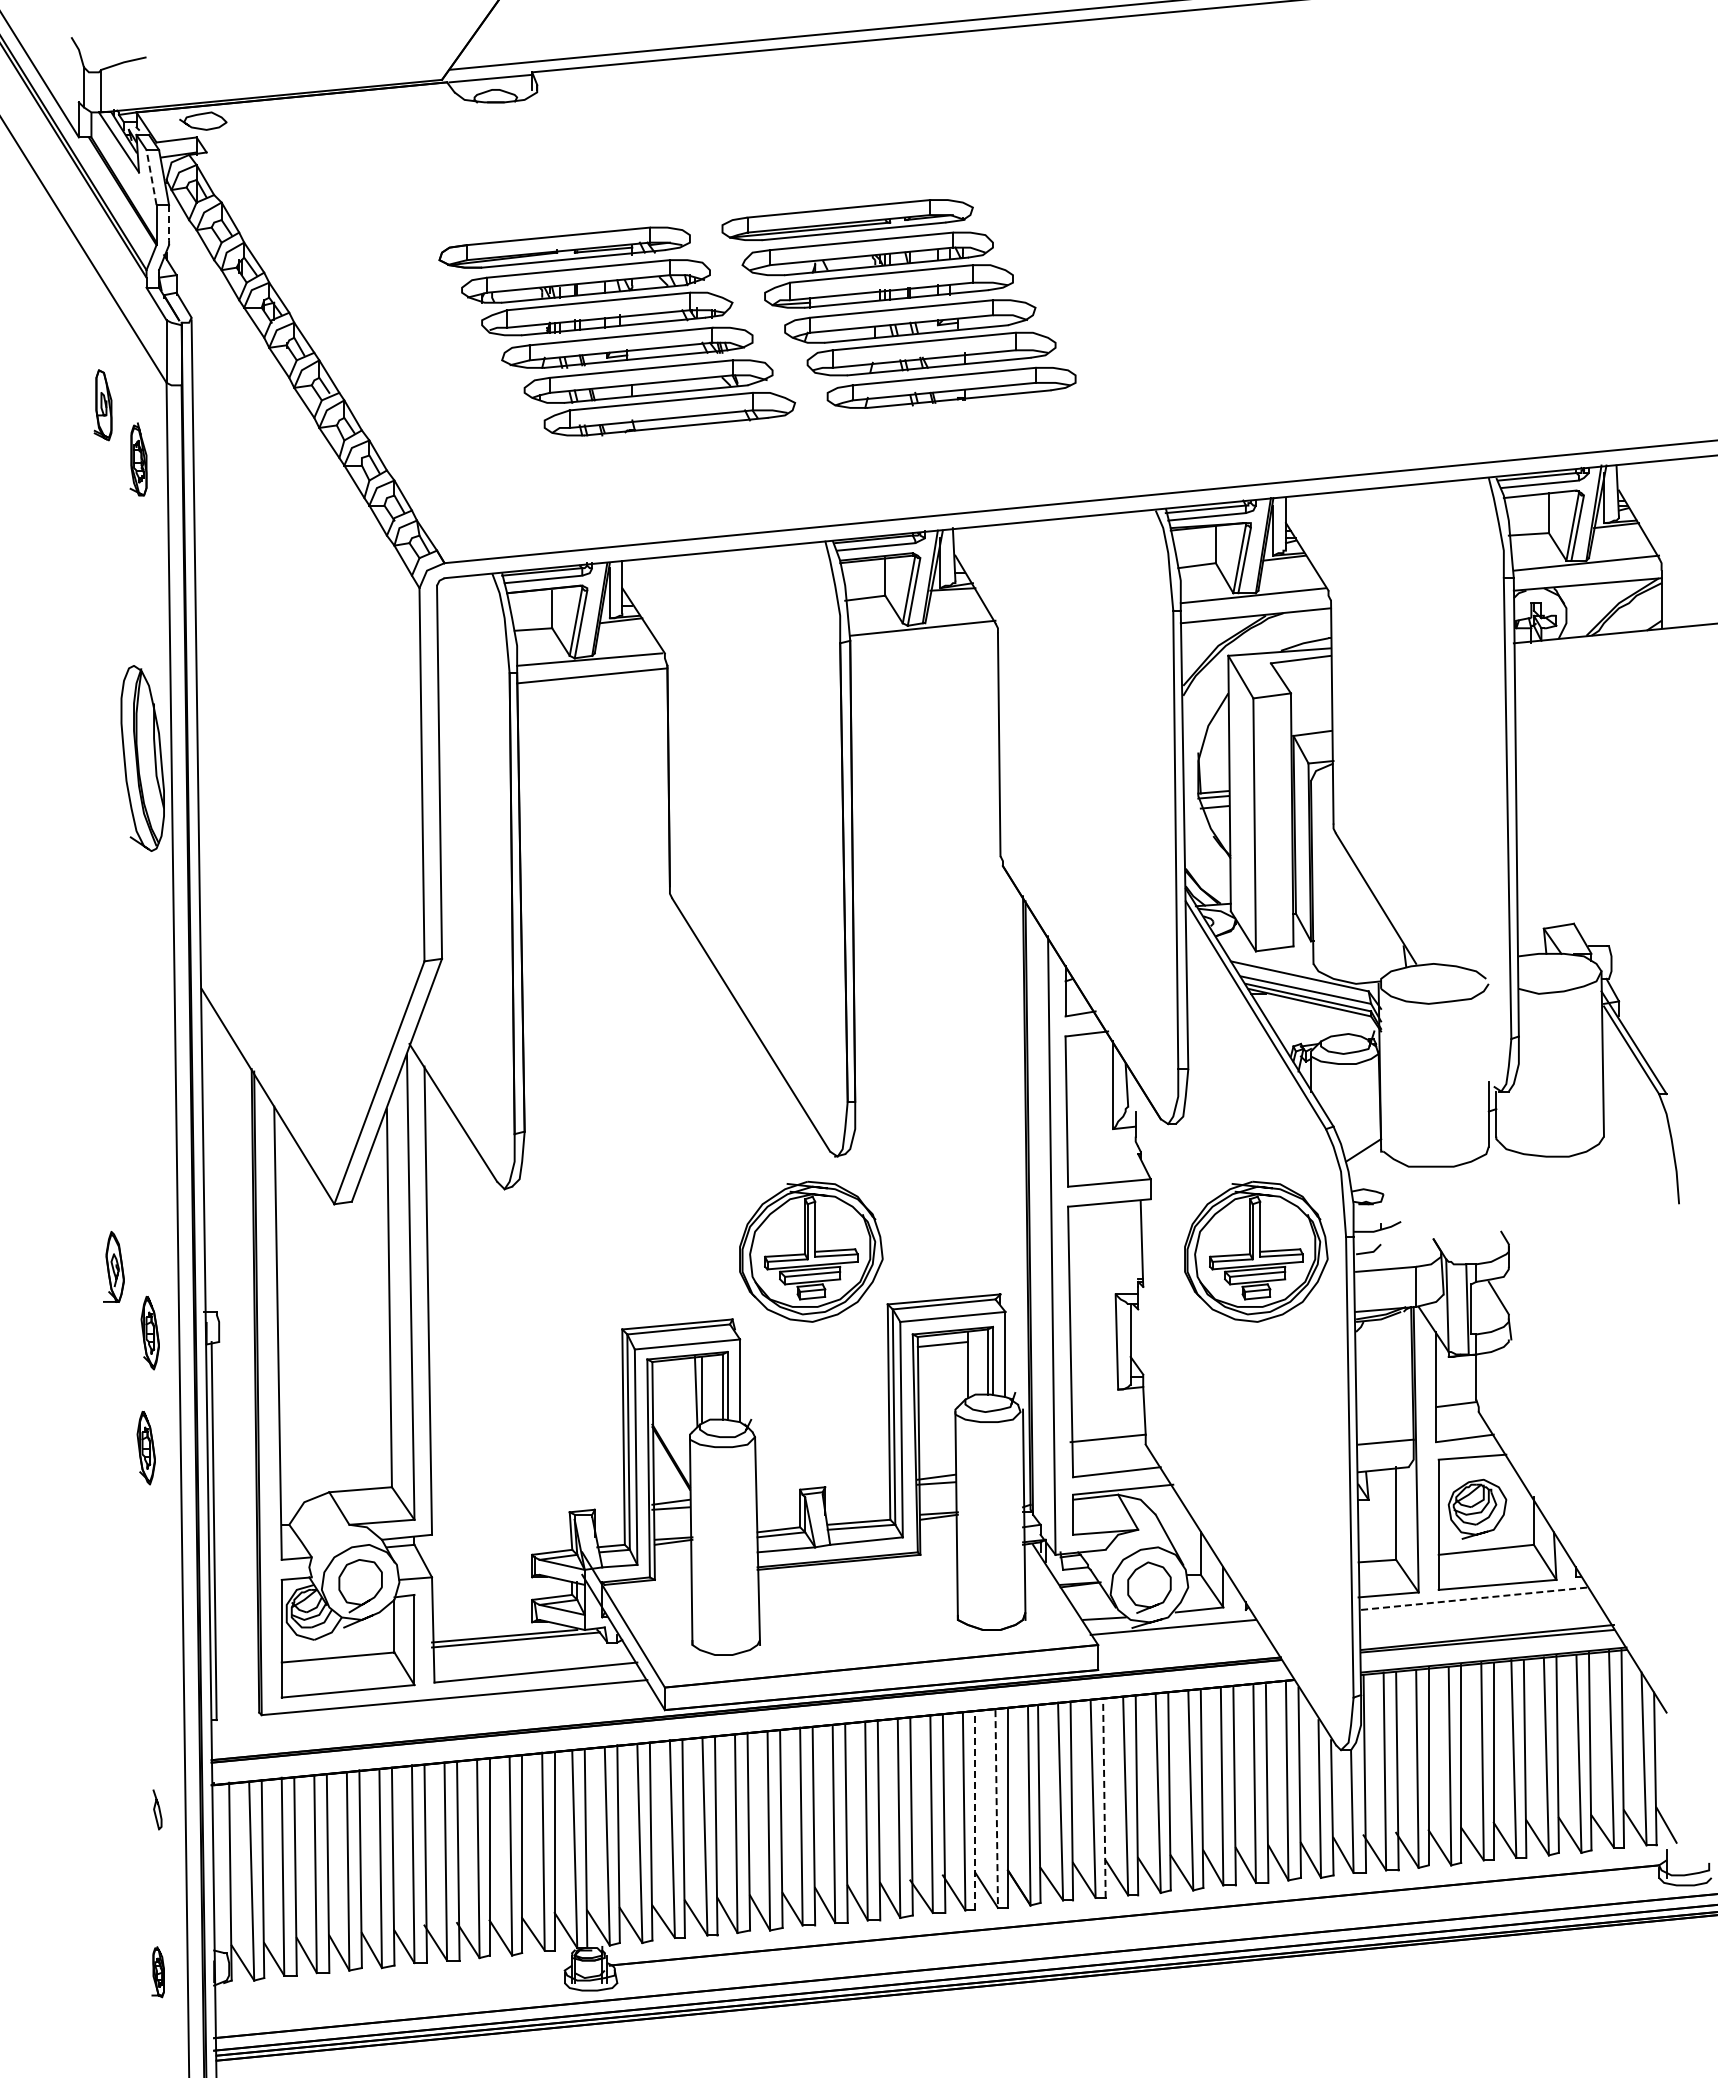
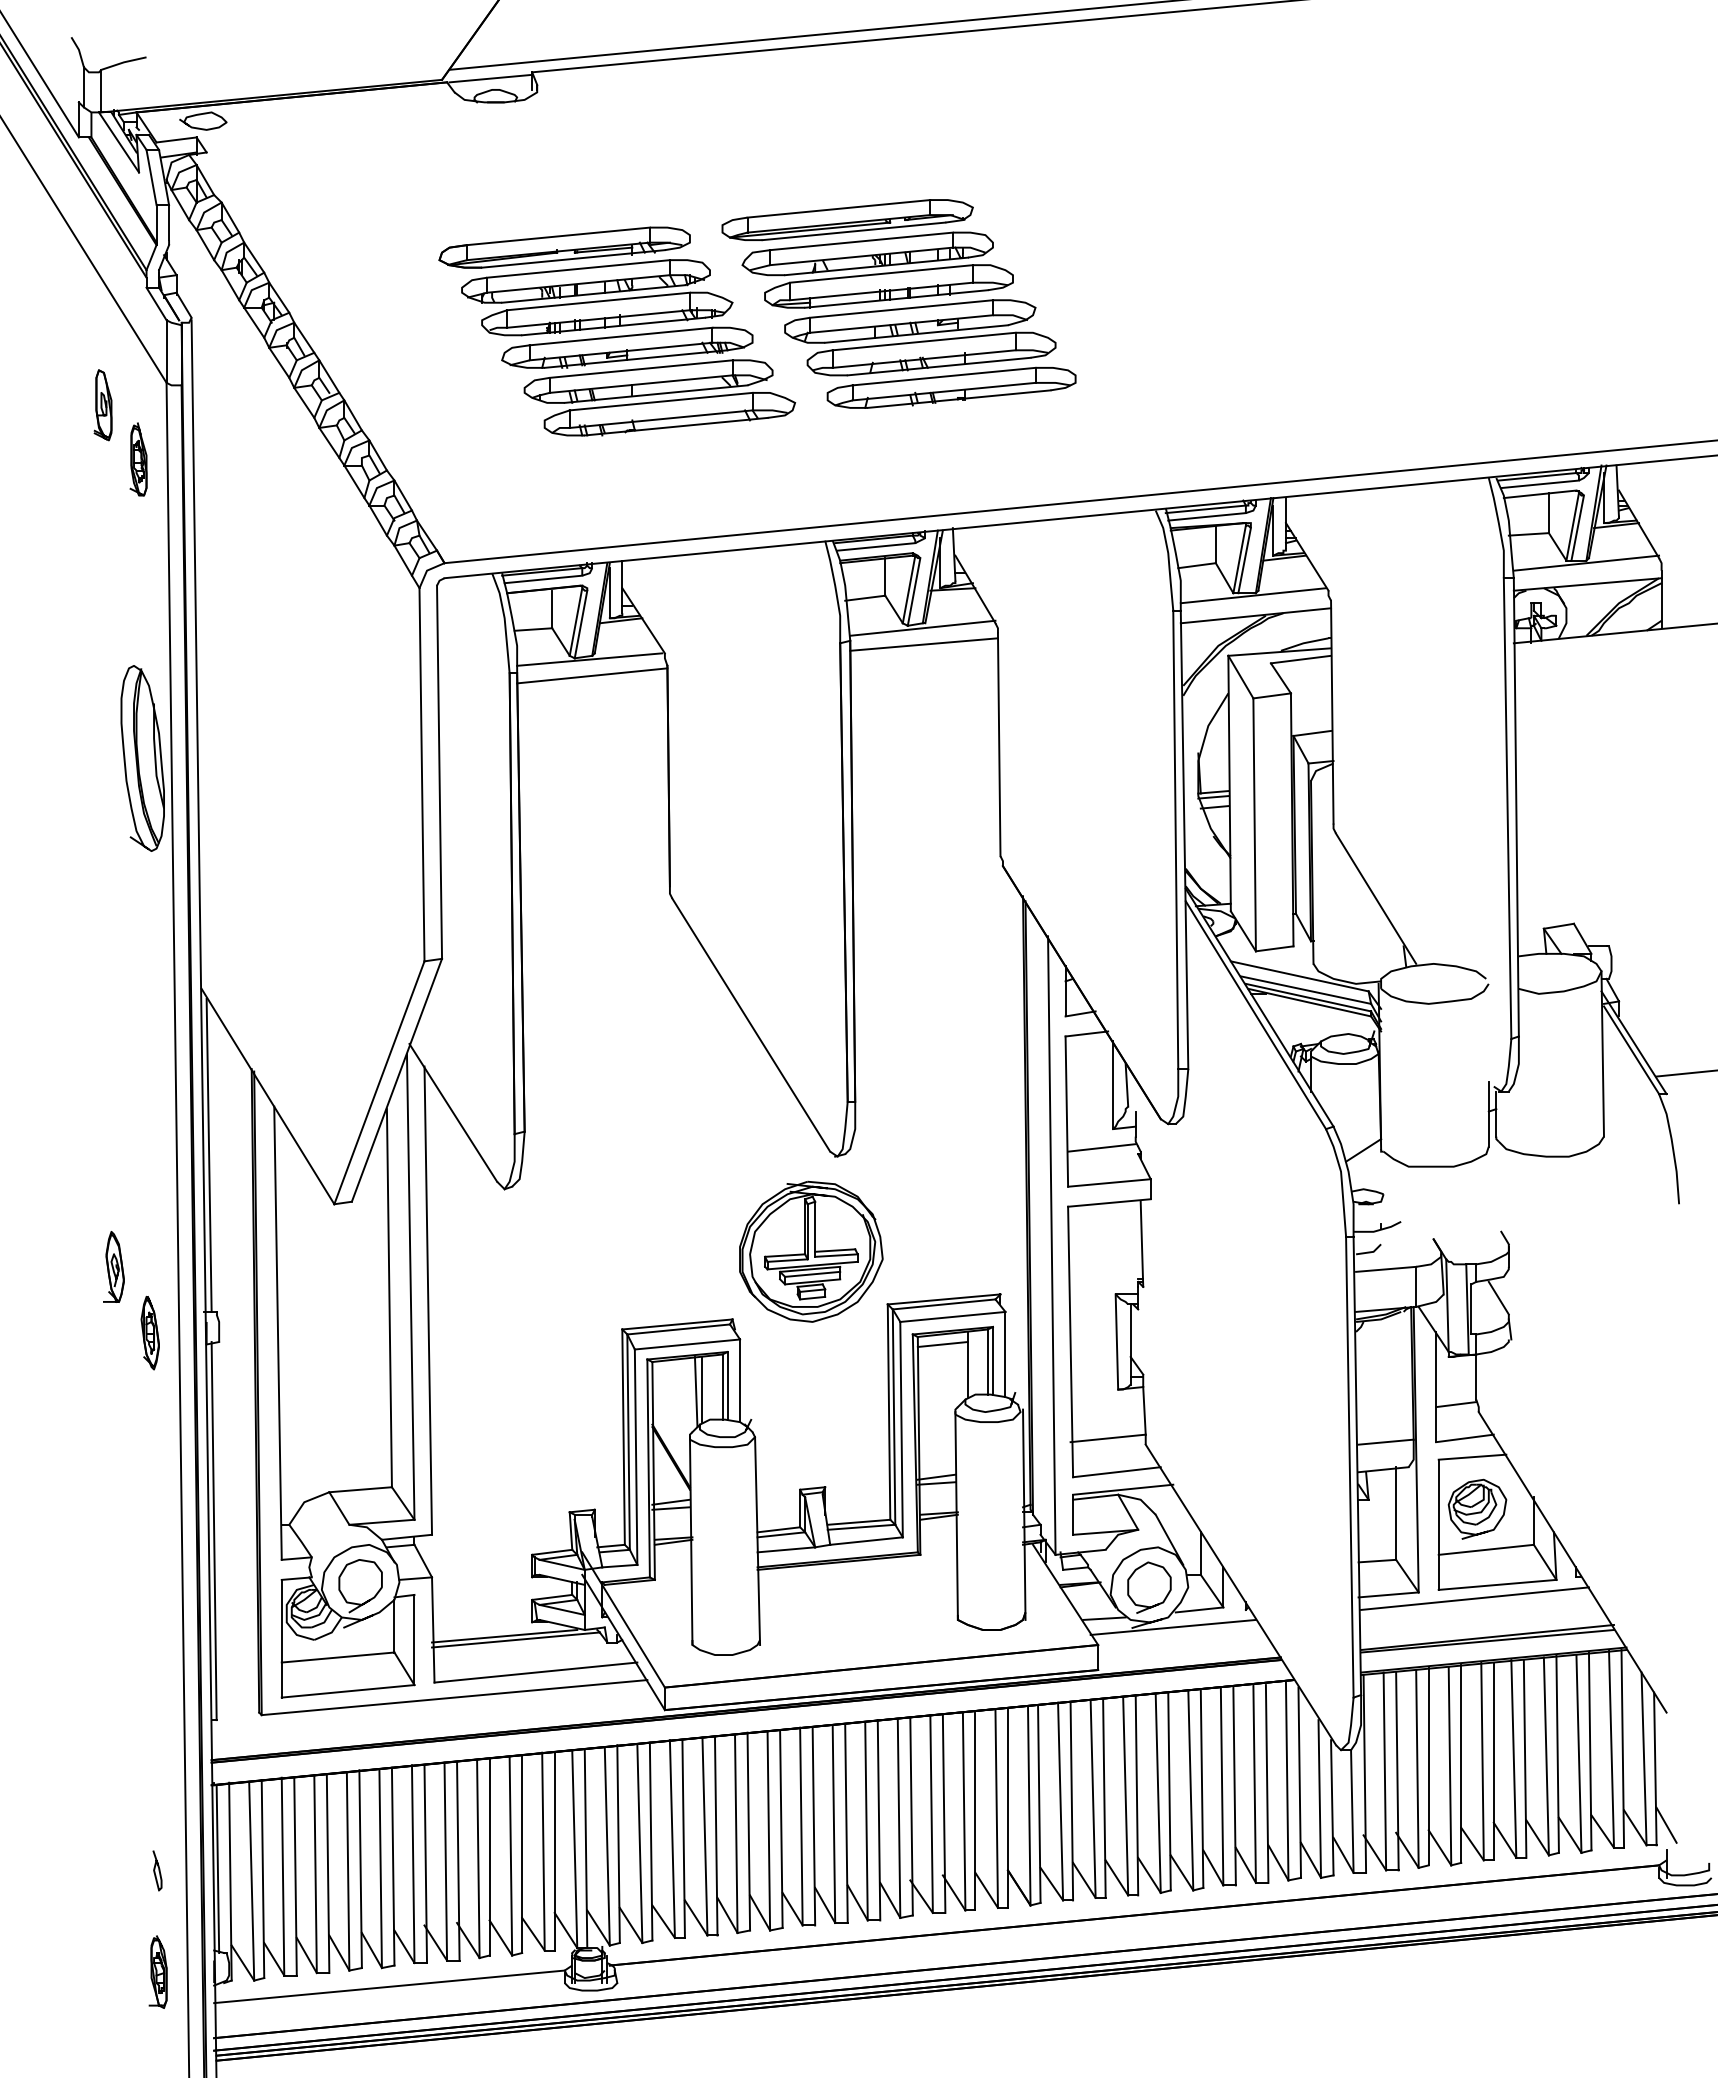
line at (151, 177): dashed -> solid
line at (169, 222): dashed -> solid
line at (923, 644): none -> present
line at (1685, 1073): none -> present
line at (1101, 1147): none -> present
line at (208, 1154): none -> present
part at (1256, 1251): present -> none
part at (145, 1448): present -> none
line at (1475, 1598): dashed -> solid
line at (1104, 1799): dashed -> solid
part at (157, 1809) position: (157, 1809) -> (157, 1870)
line at (996, 1809): dashed -> solid
line at (975, 1811): dashed -> solid
line at (217, 1869): none -> present
part at (157, 1972) size: 14x53 px -> 20x74 px
line at (389, 1986): none -> present
